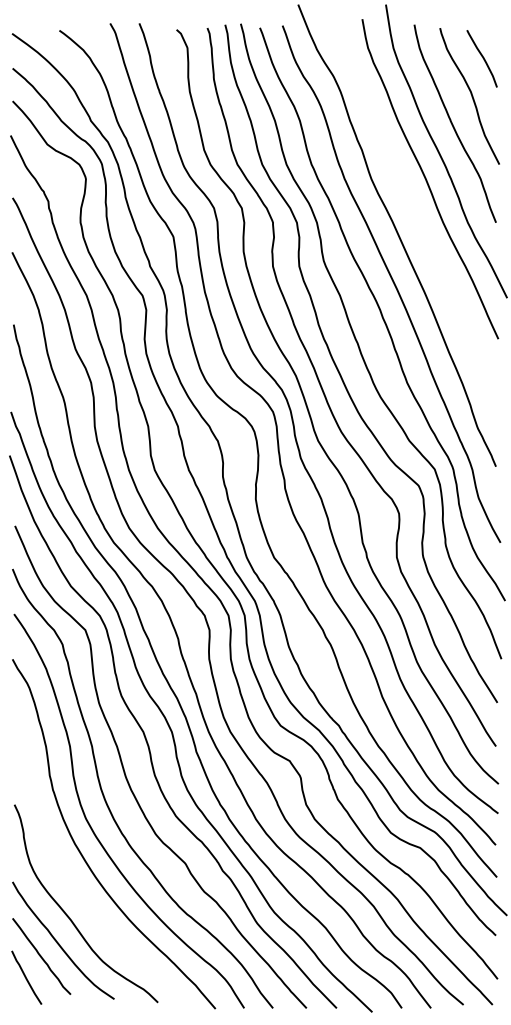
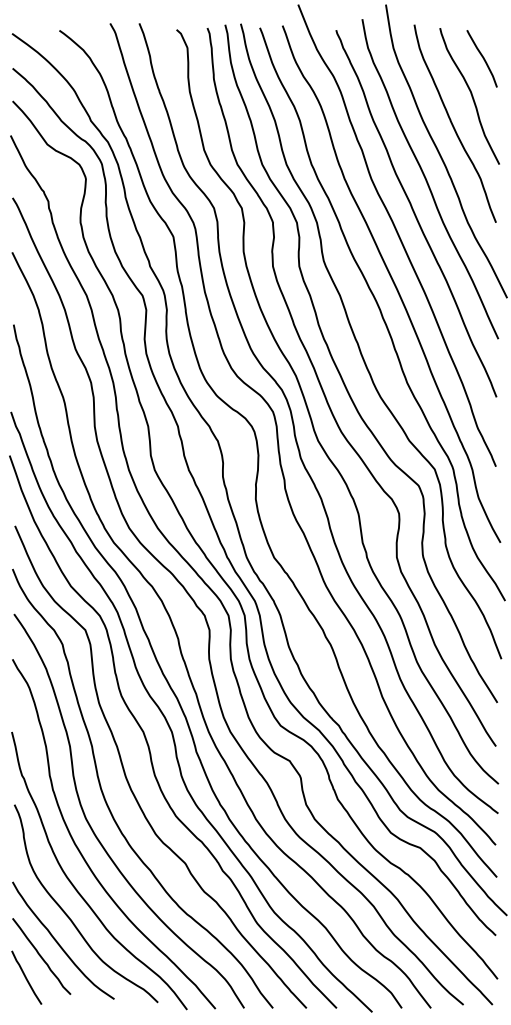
curve at (415, 213): none -> present
curve at (77, 889): none -> present
